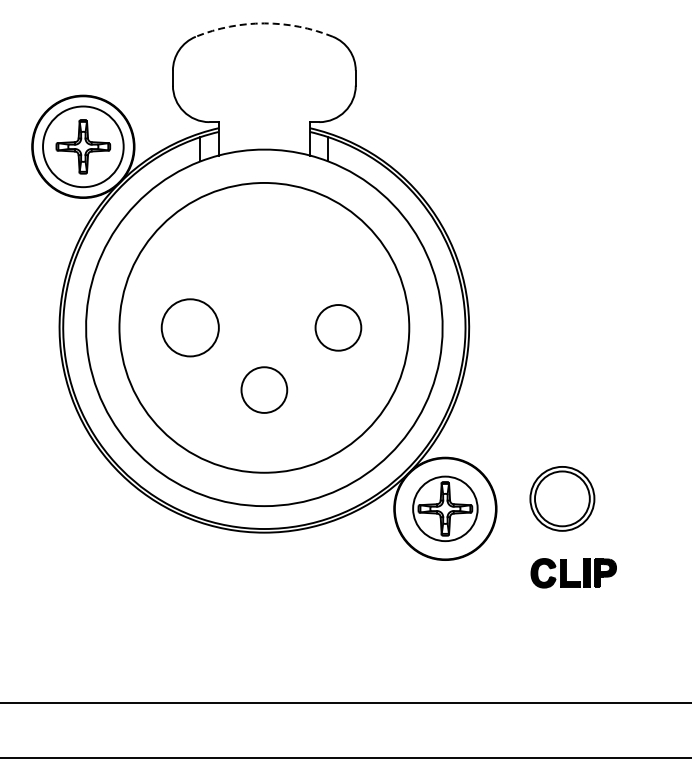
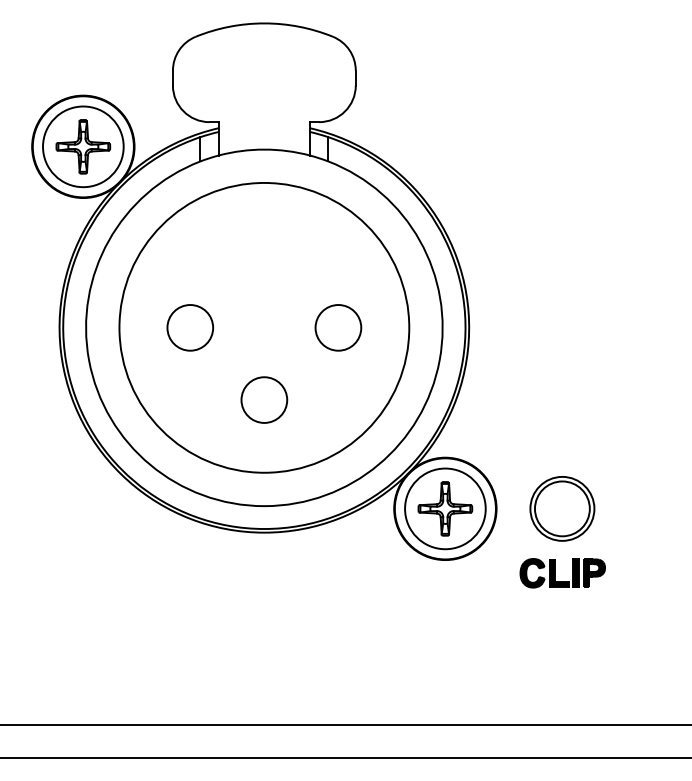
arc at (264, 23): dashed -> solid
circle at (189, 327) diameter: 57 px -> 46 px
circle at (264, 389) position: (264, 389) -> (264, 399)
part at (562, 498) position: (562, 498) -> (562, 508)
circle at (445, 508) diameter: 65 px -> 81 px
part at (566, 573) position: (566, 573) -> (555, 573)
line at (345, 702) position: (345, 702) -> (345, 724)
